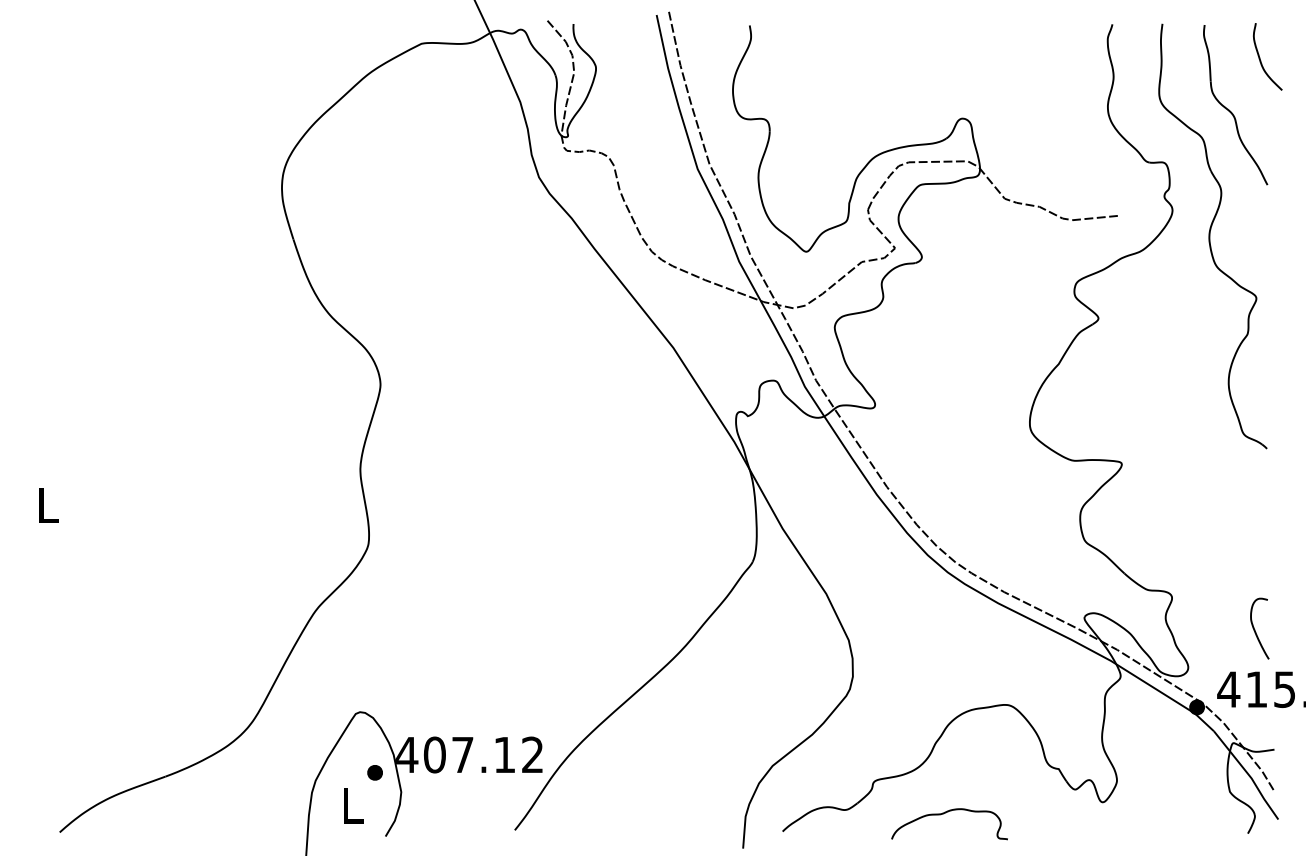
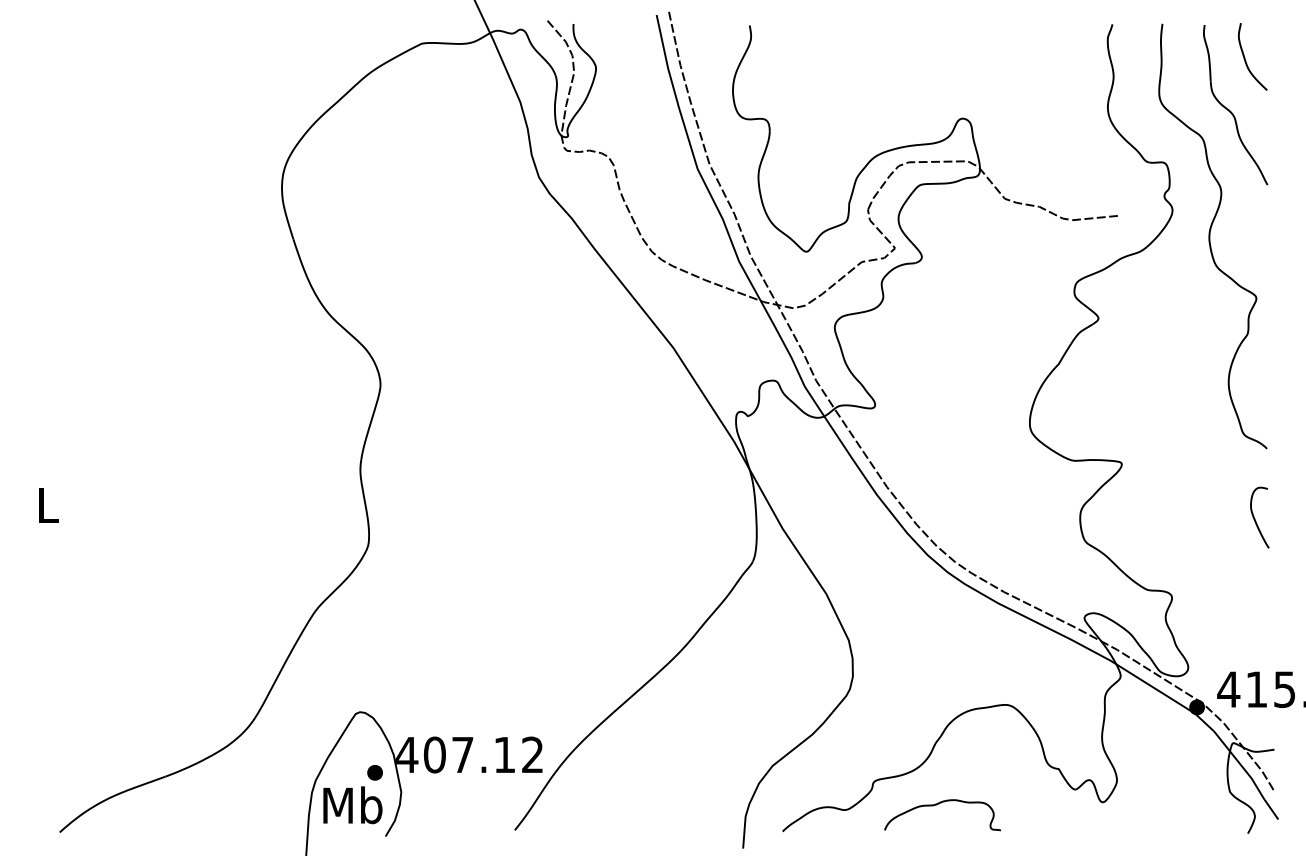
curve at (1260, 57) position: (1260, 57) -> (1245, 57)
curve at (1255, 629) position: (1255, 629) -> (1255, 518)
text at (352, 805): L -> Mb
curve at (943, 814) position: (943, 814) -> (936, 805)
